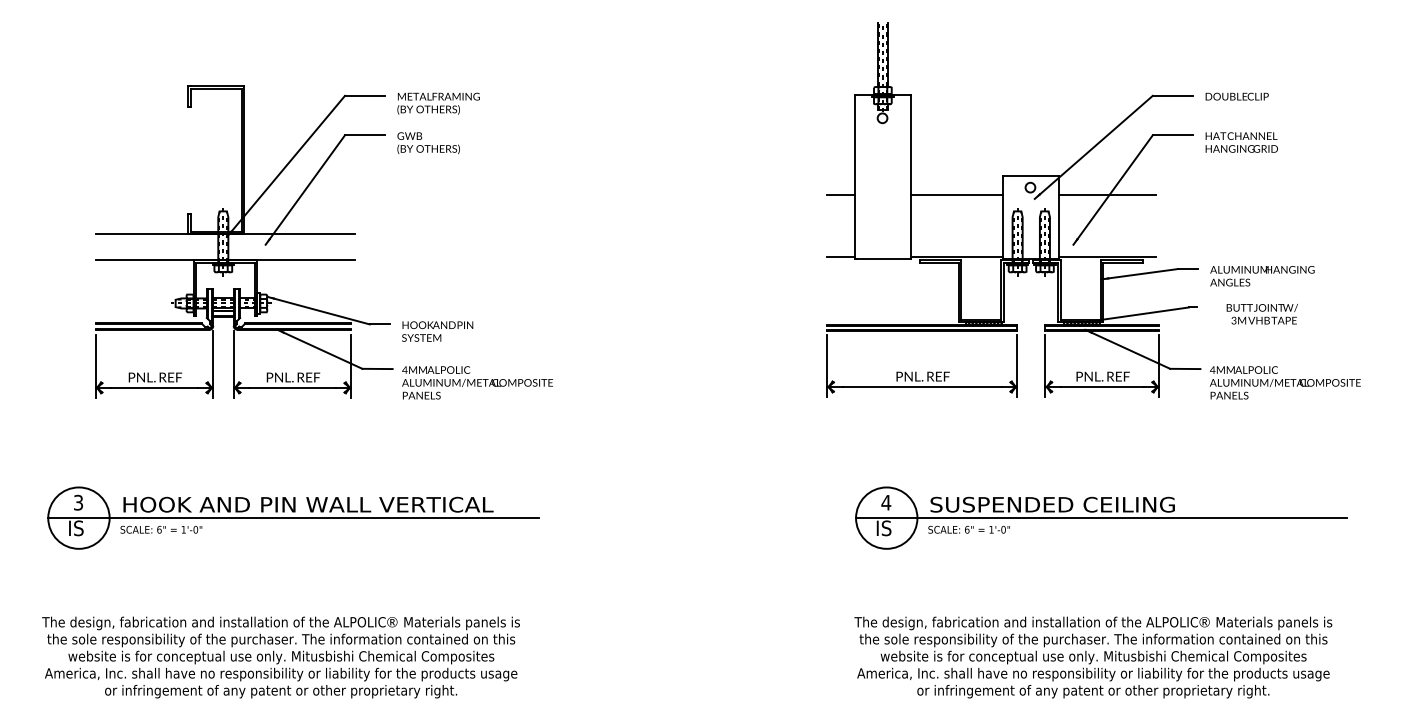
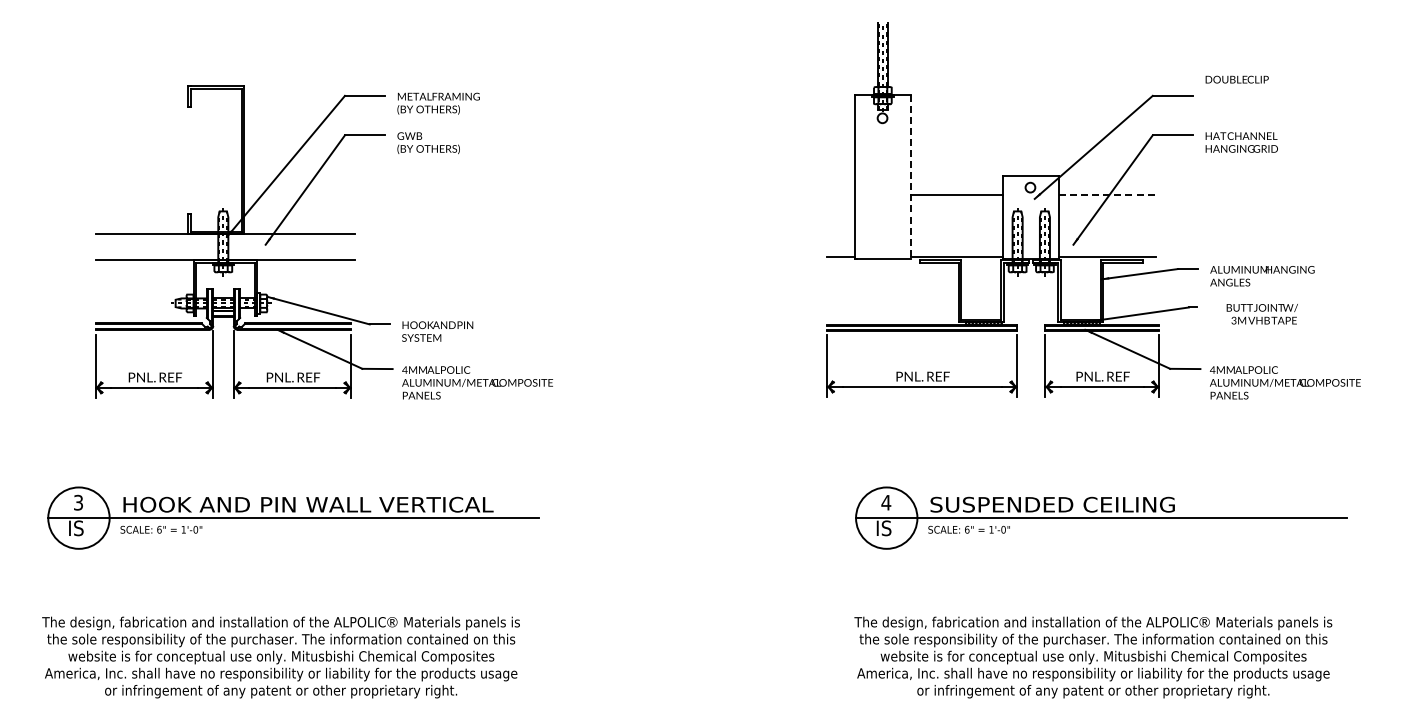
text at (1236, 96) position: (1236, 96) -> (1236, 79)
line at (911, 177): solid -> dashed
line at (840, 194): present -> none
line at (1107, 194): solid -> dashed
